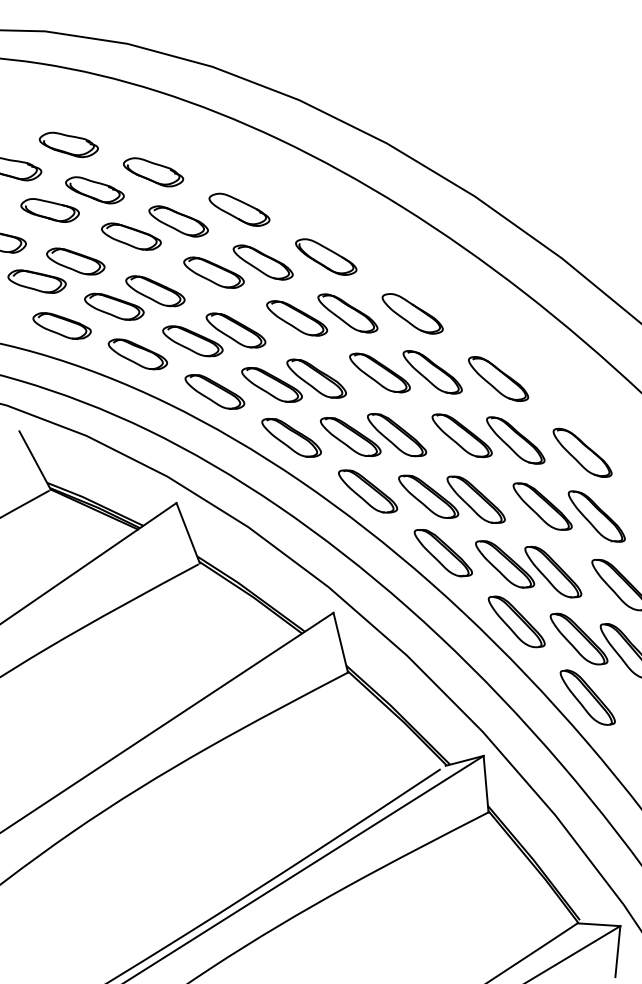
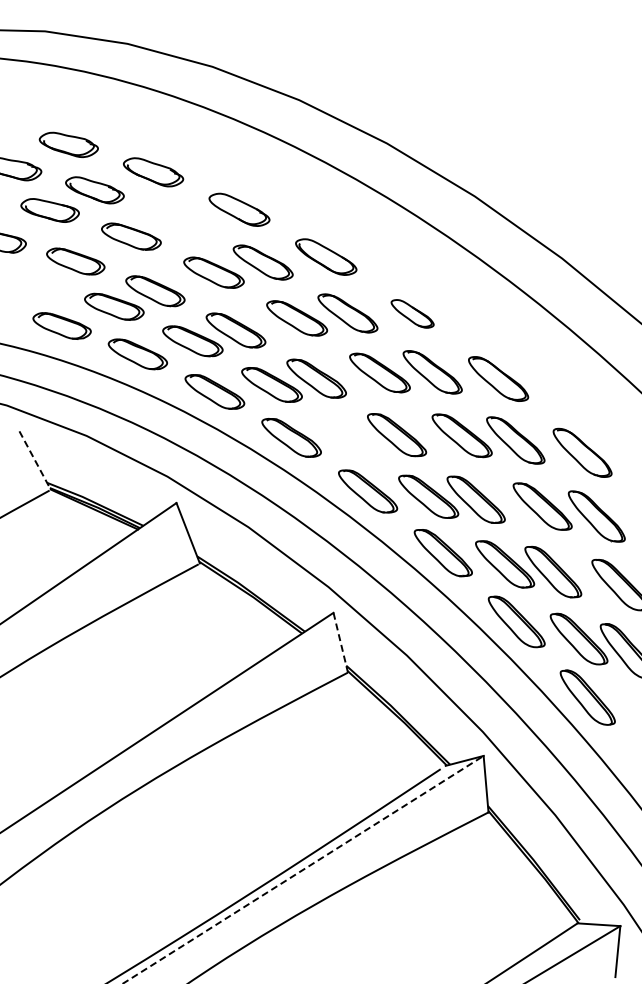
part at (178, 221): present -> none
part at (36, 281): present -> none
part at (412, 313) size: 63x42 px -> 45x30 px
part at (350, 437): present -> none
line at (35, 460): solid -> dashed
line at (340, 642): solid -> dashed
line at (303, 869): solid -> dashed
